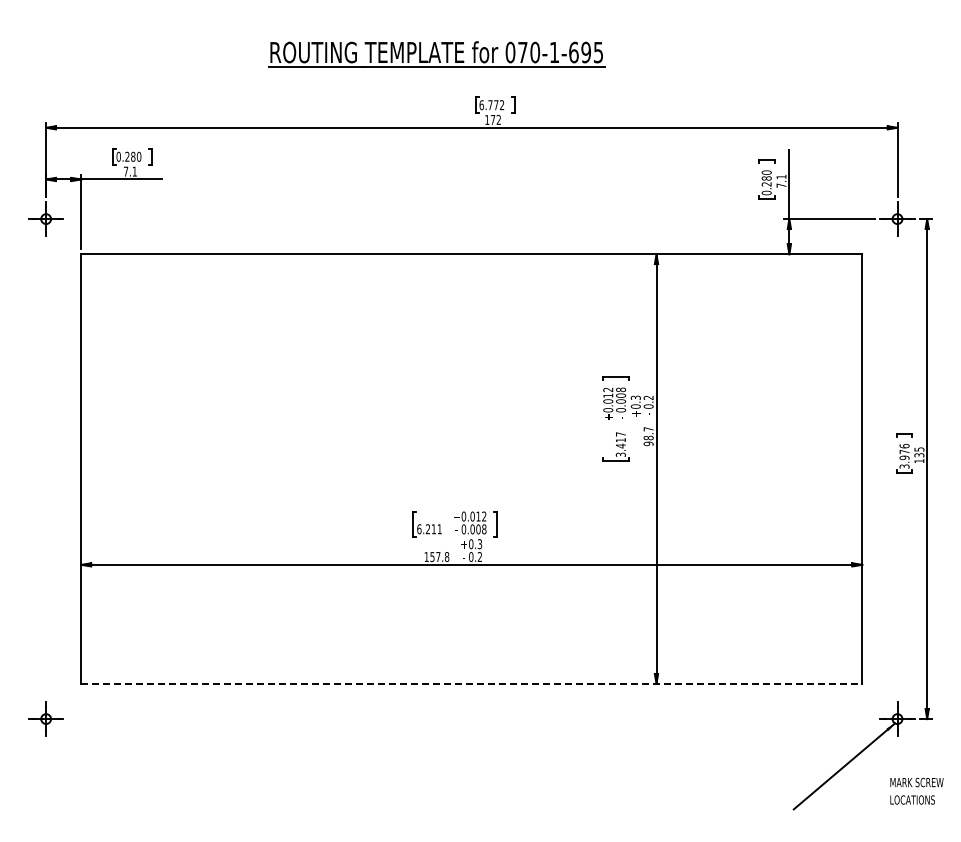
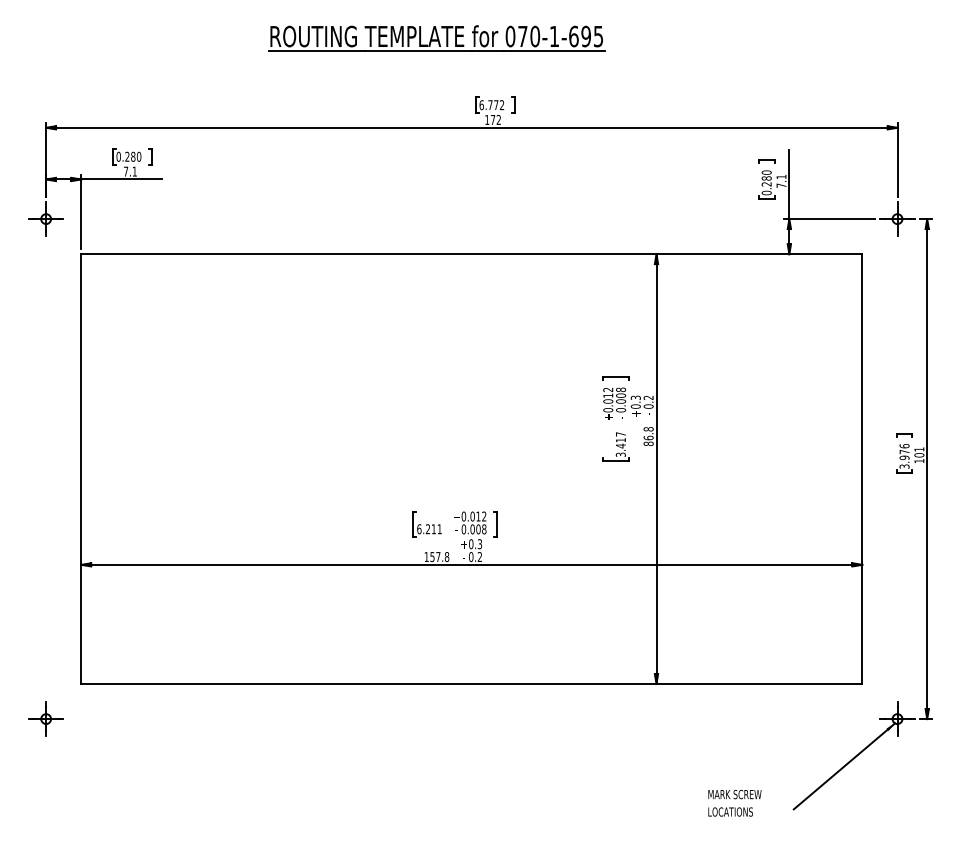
part at (436, 54) position: (436, 54) -> (436, 38)
text at (648, 436): 98.7 -> 86.8
text at (919, 452): 135 -> 101
line at (472, 683): dashed -> solid
text at (916, 790) position: (916, 790) -> (734, 802)
